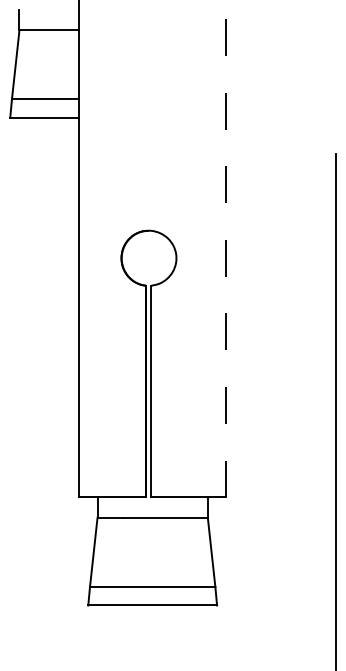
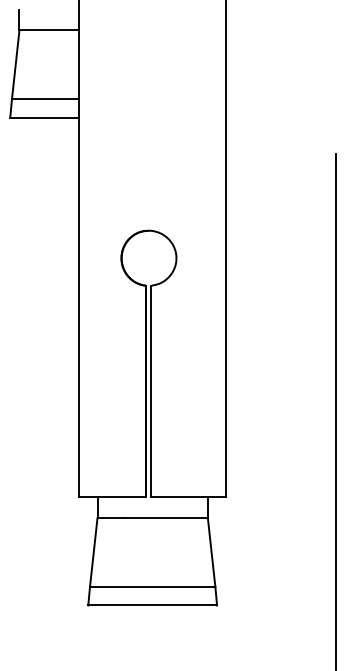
line at (226, 248): dashed -> solid
